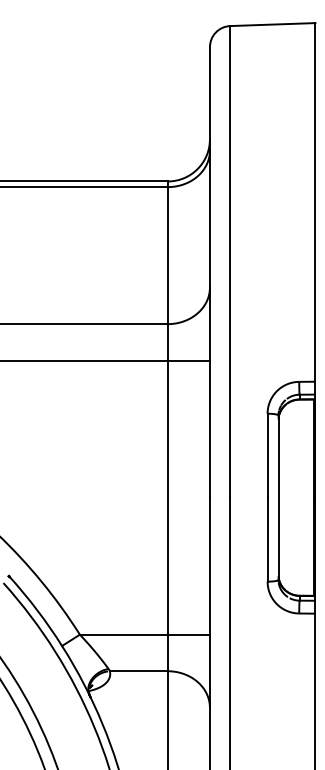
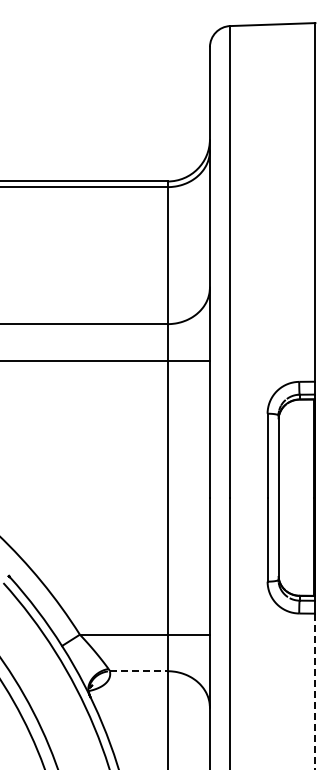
line at (138, 671): solid -> dashed
line at (315, 691): solid -> dashed
